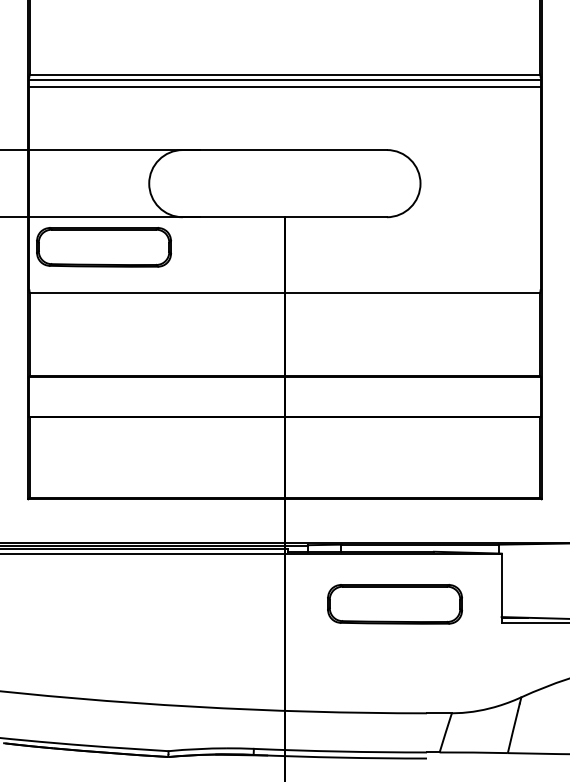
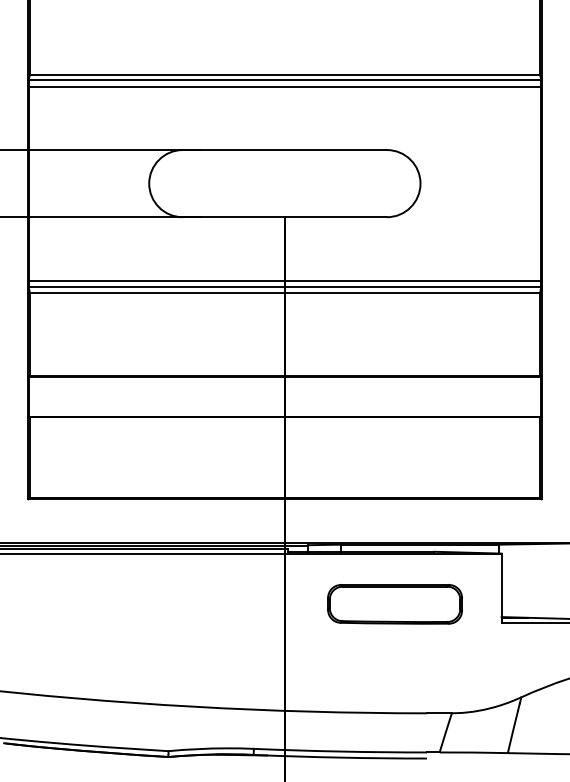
part at (103, 247): present -> none
line at (284, 280): none -> present
line at (284, 286): none -> present
